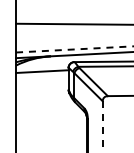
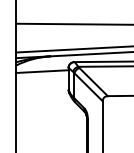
line at (74, 49): dashed -> solid
line at (102, 127): dashed -> solid
